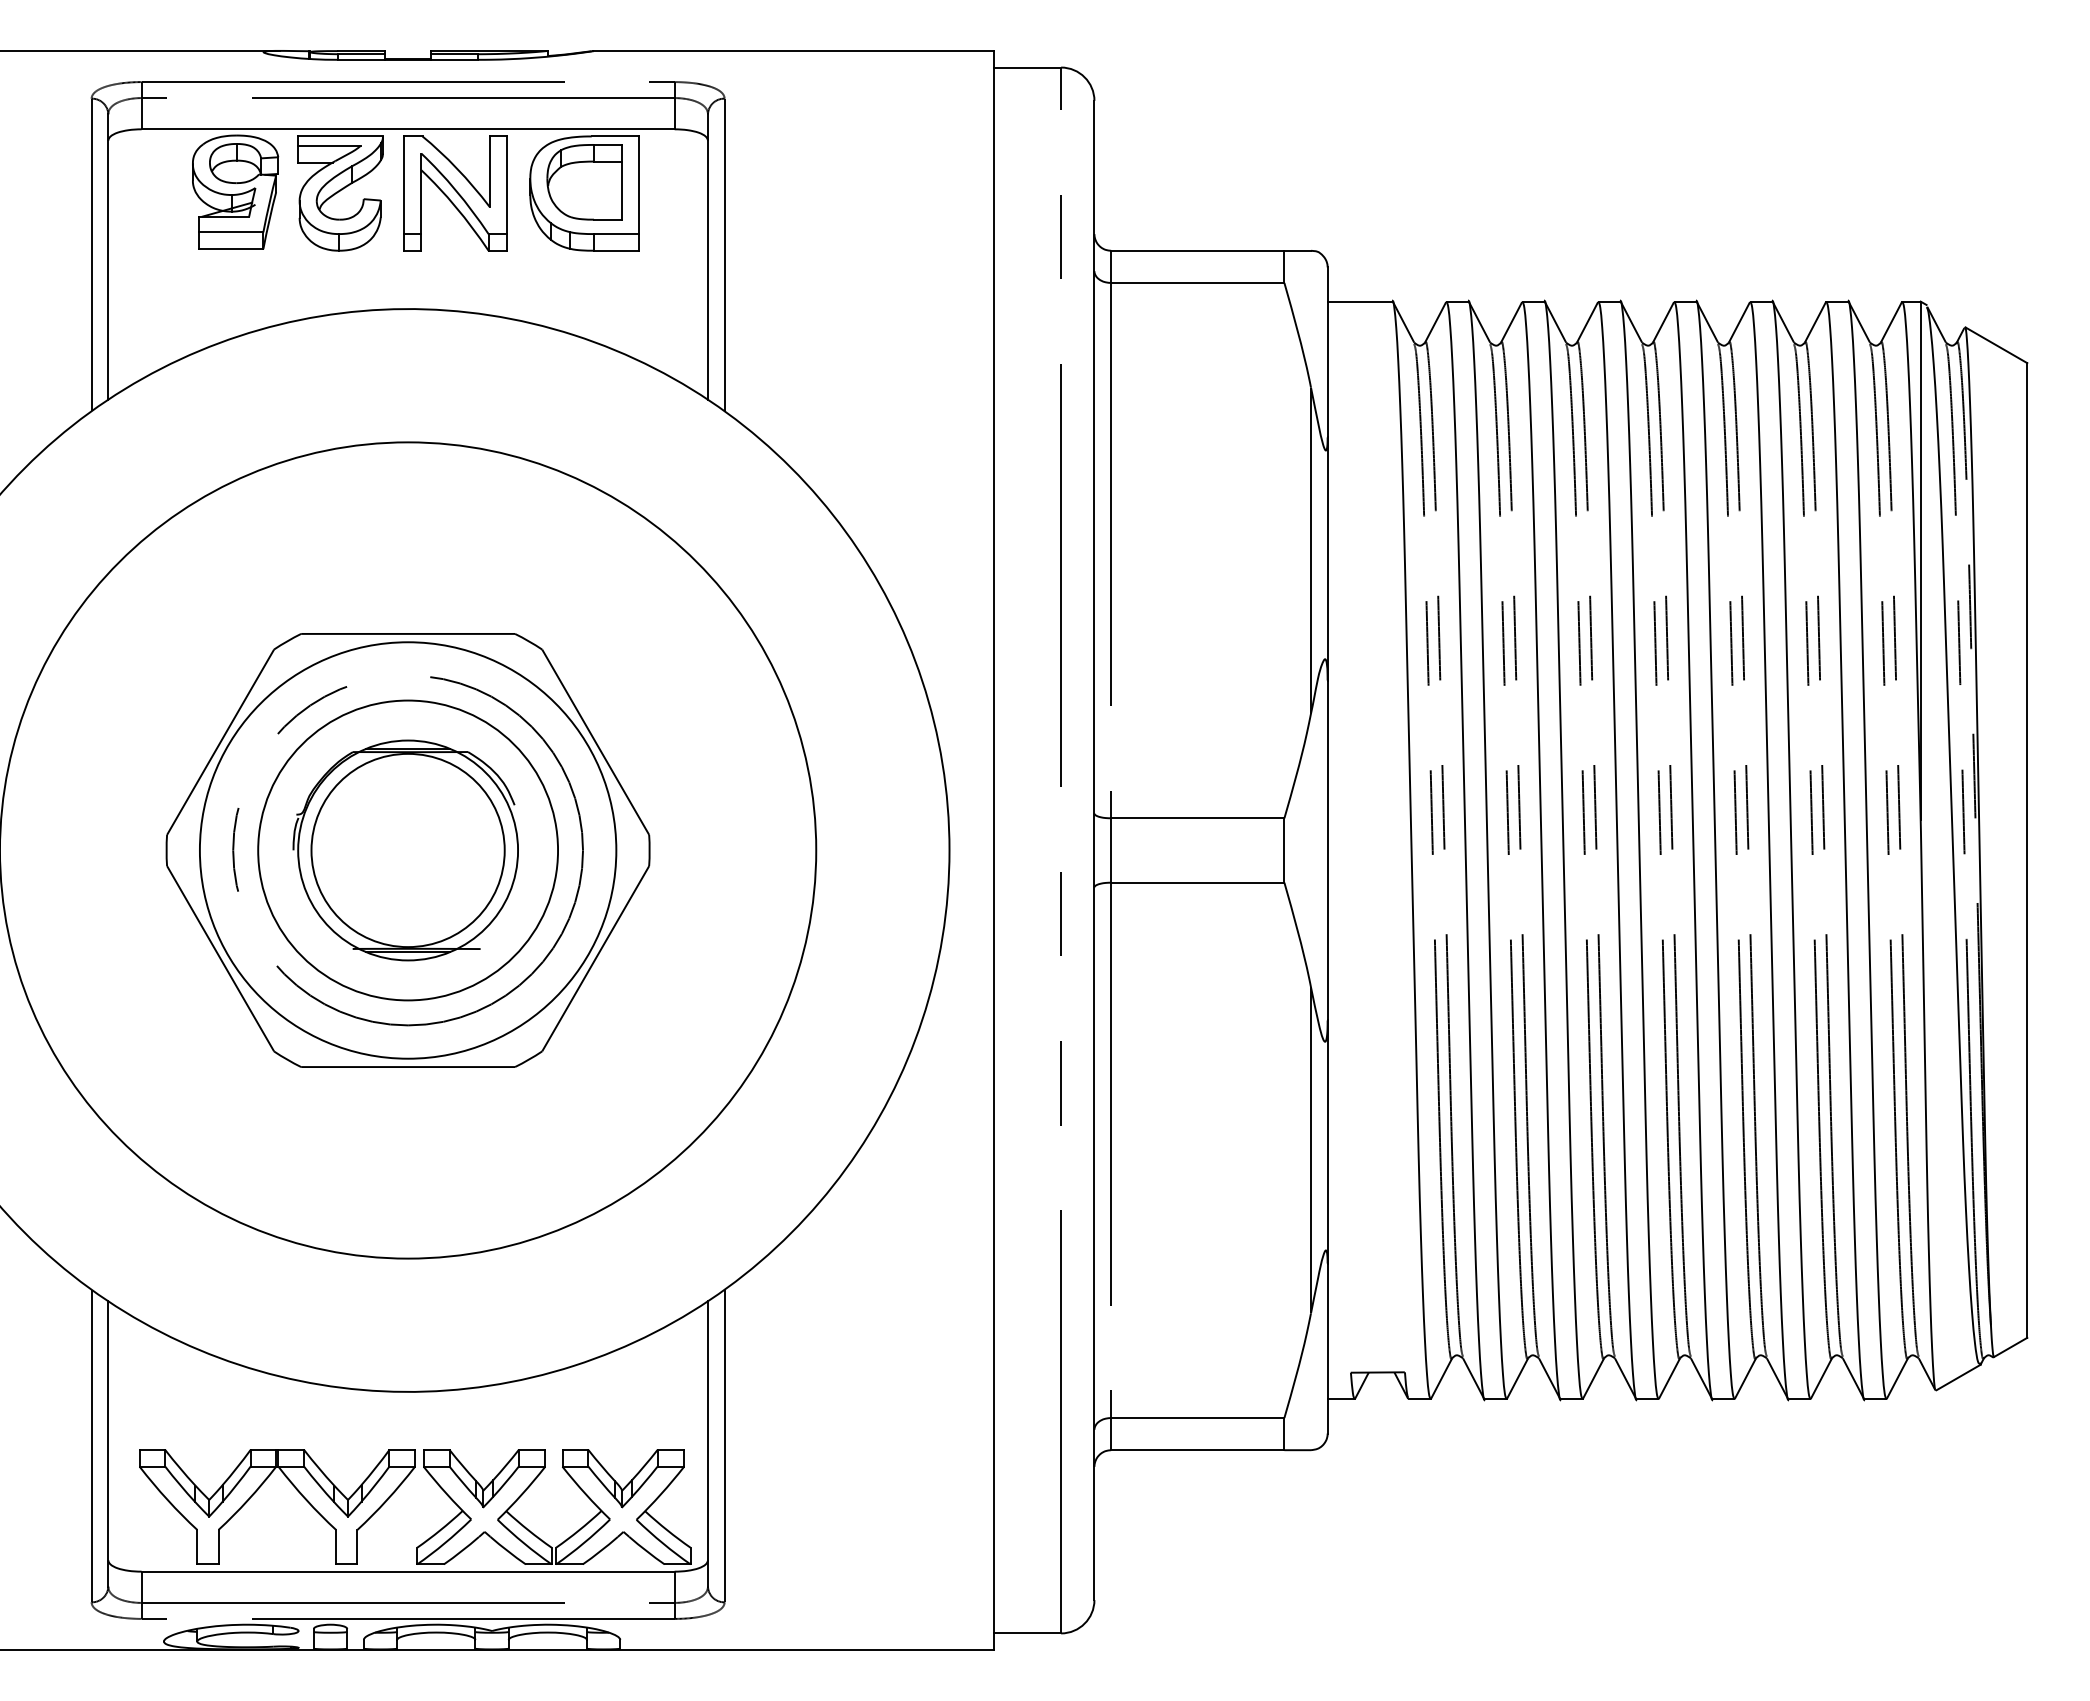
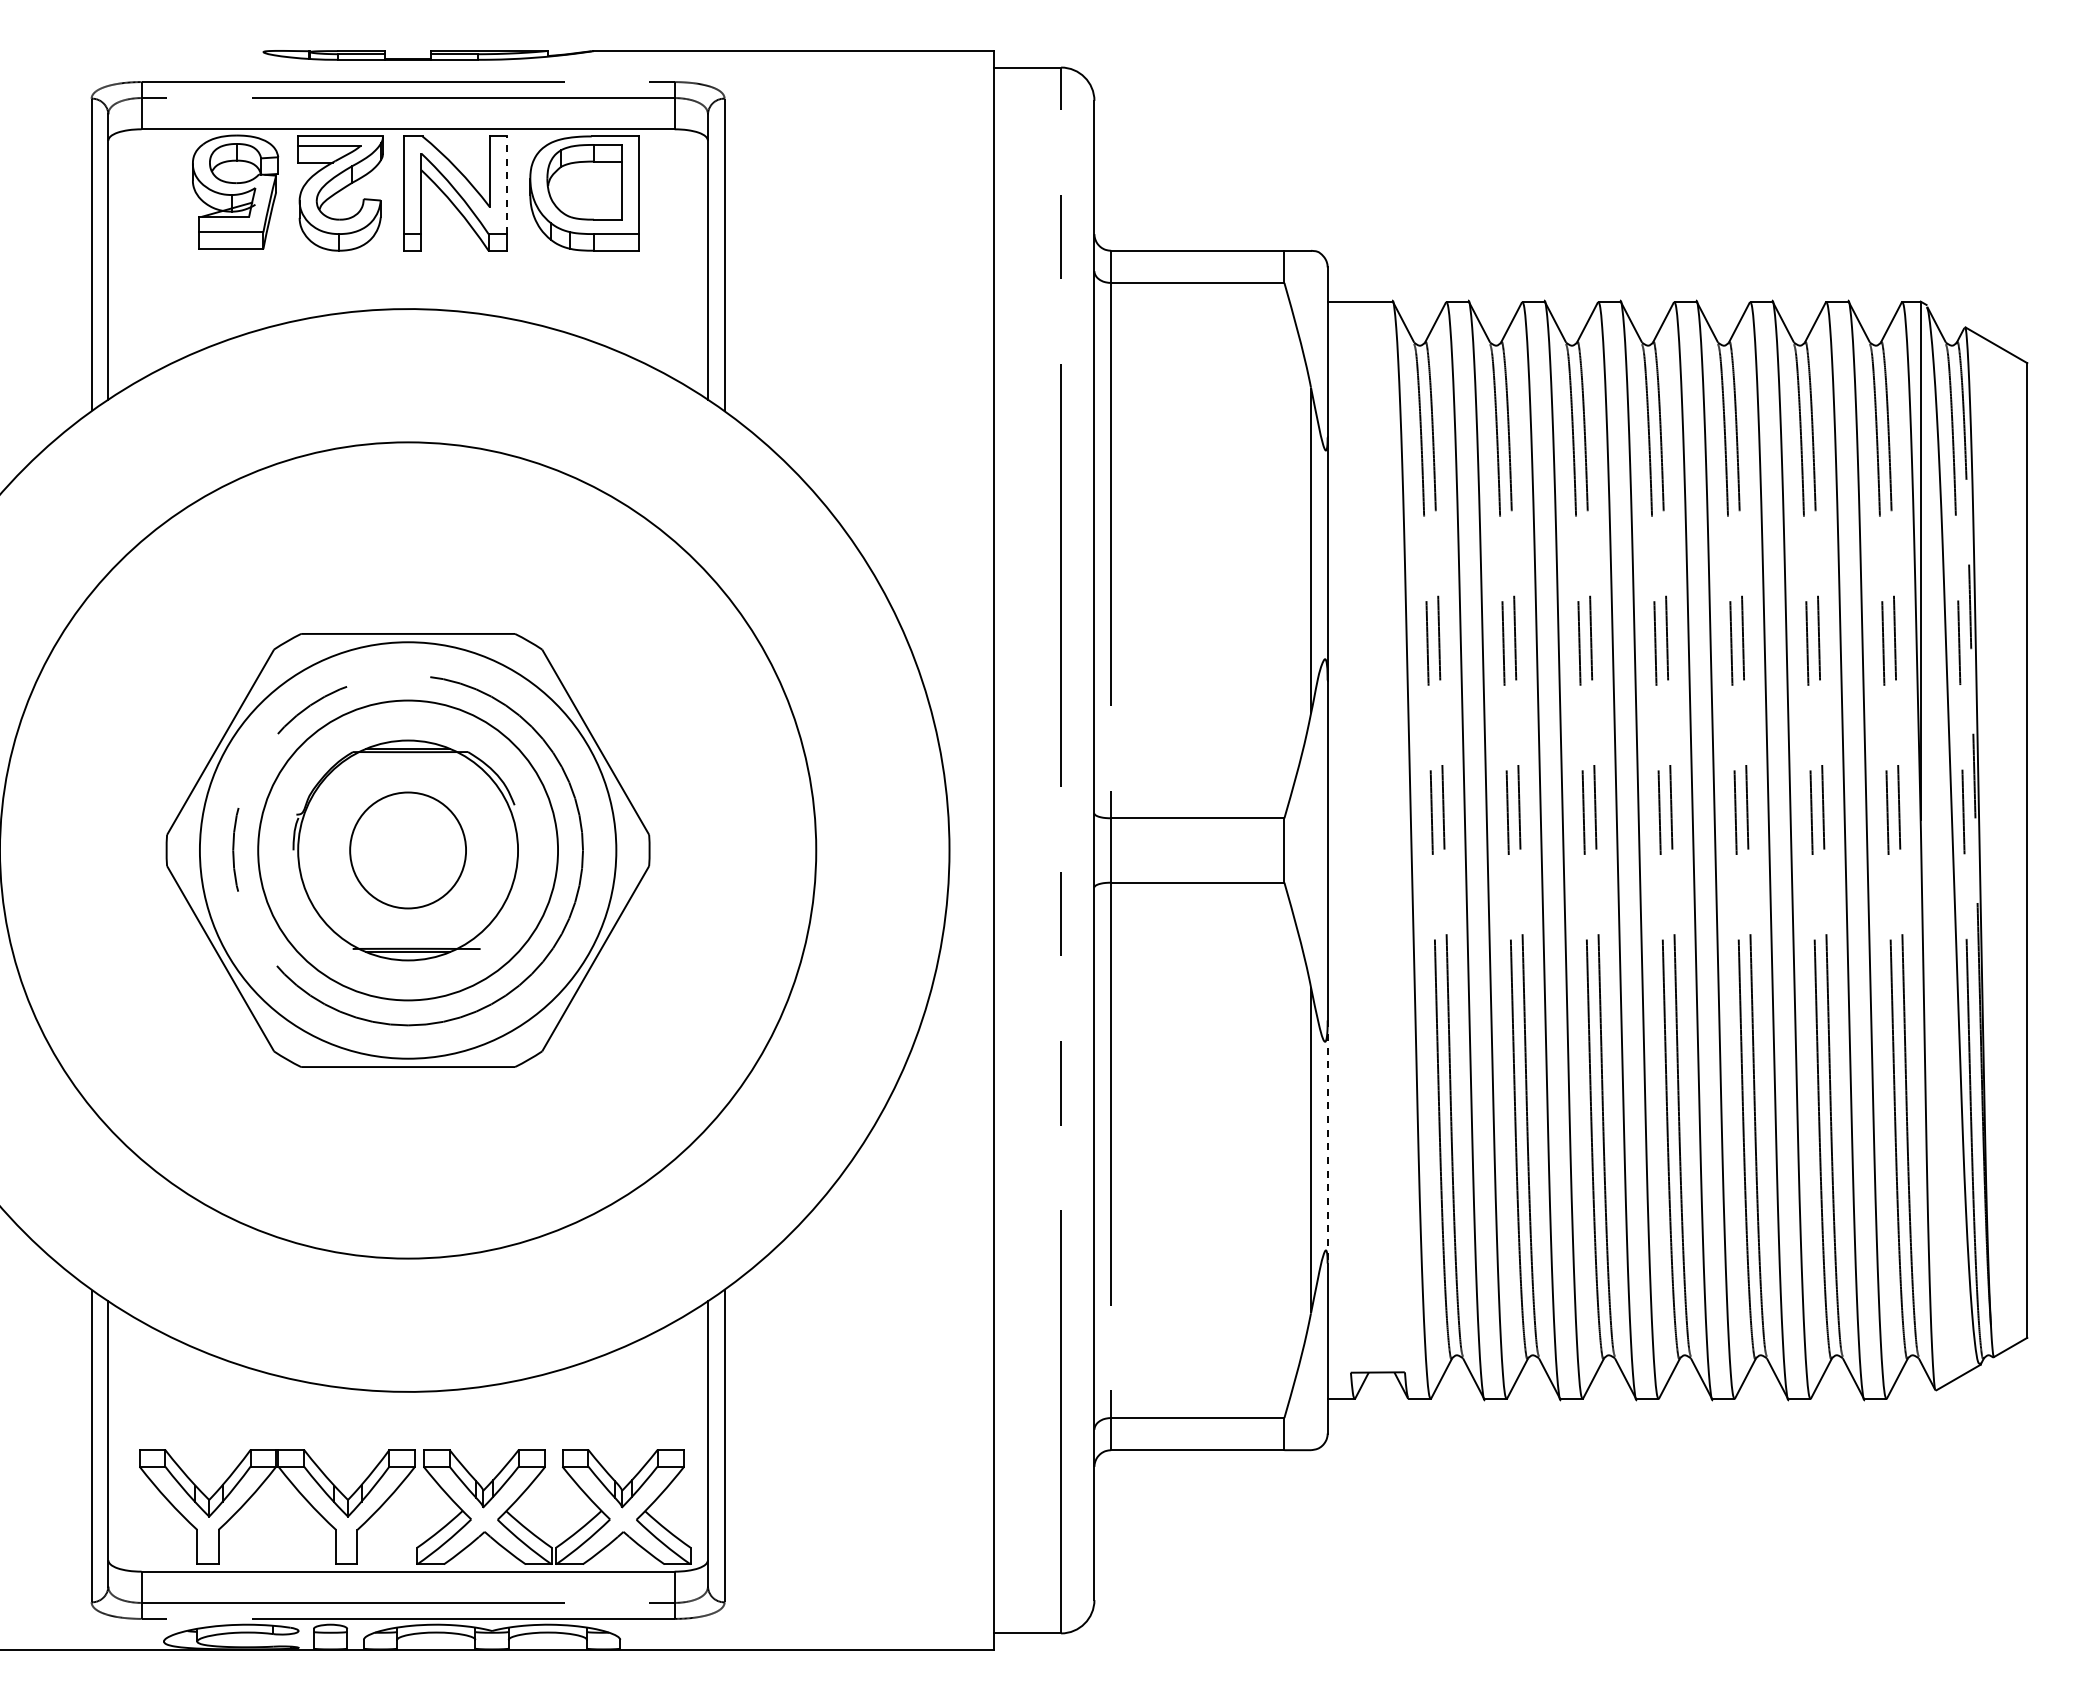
line at (140, 50): present -> none
line at (506, 185): solid -> dashed
circle at (407, 850) diameter: 193 px -> 116 px
line at (1327, 1142): solid -> dashed
